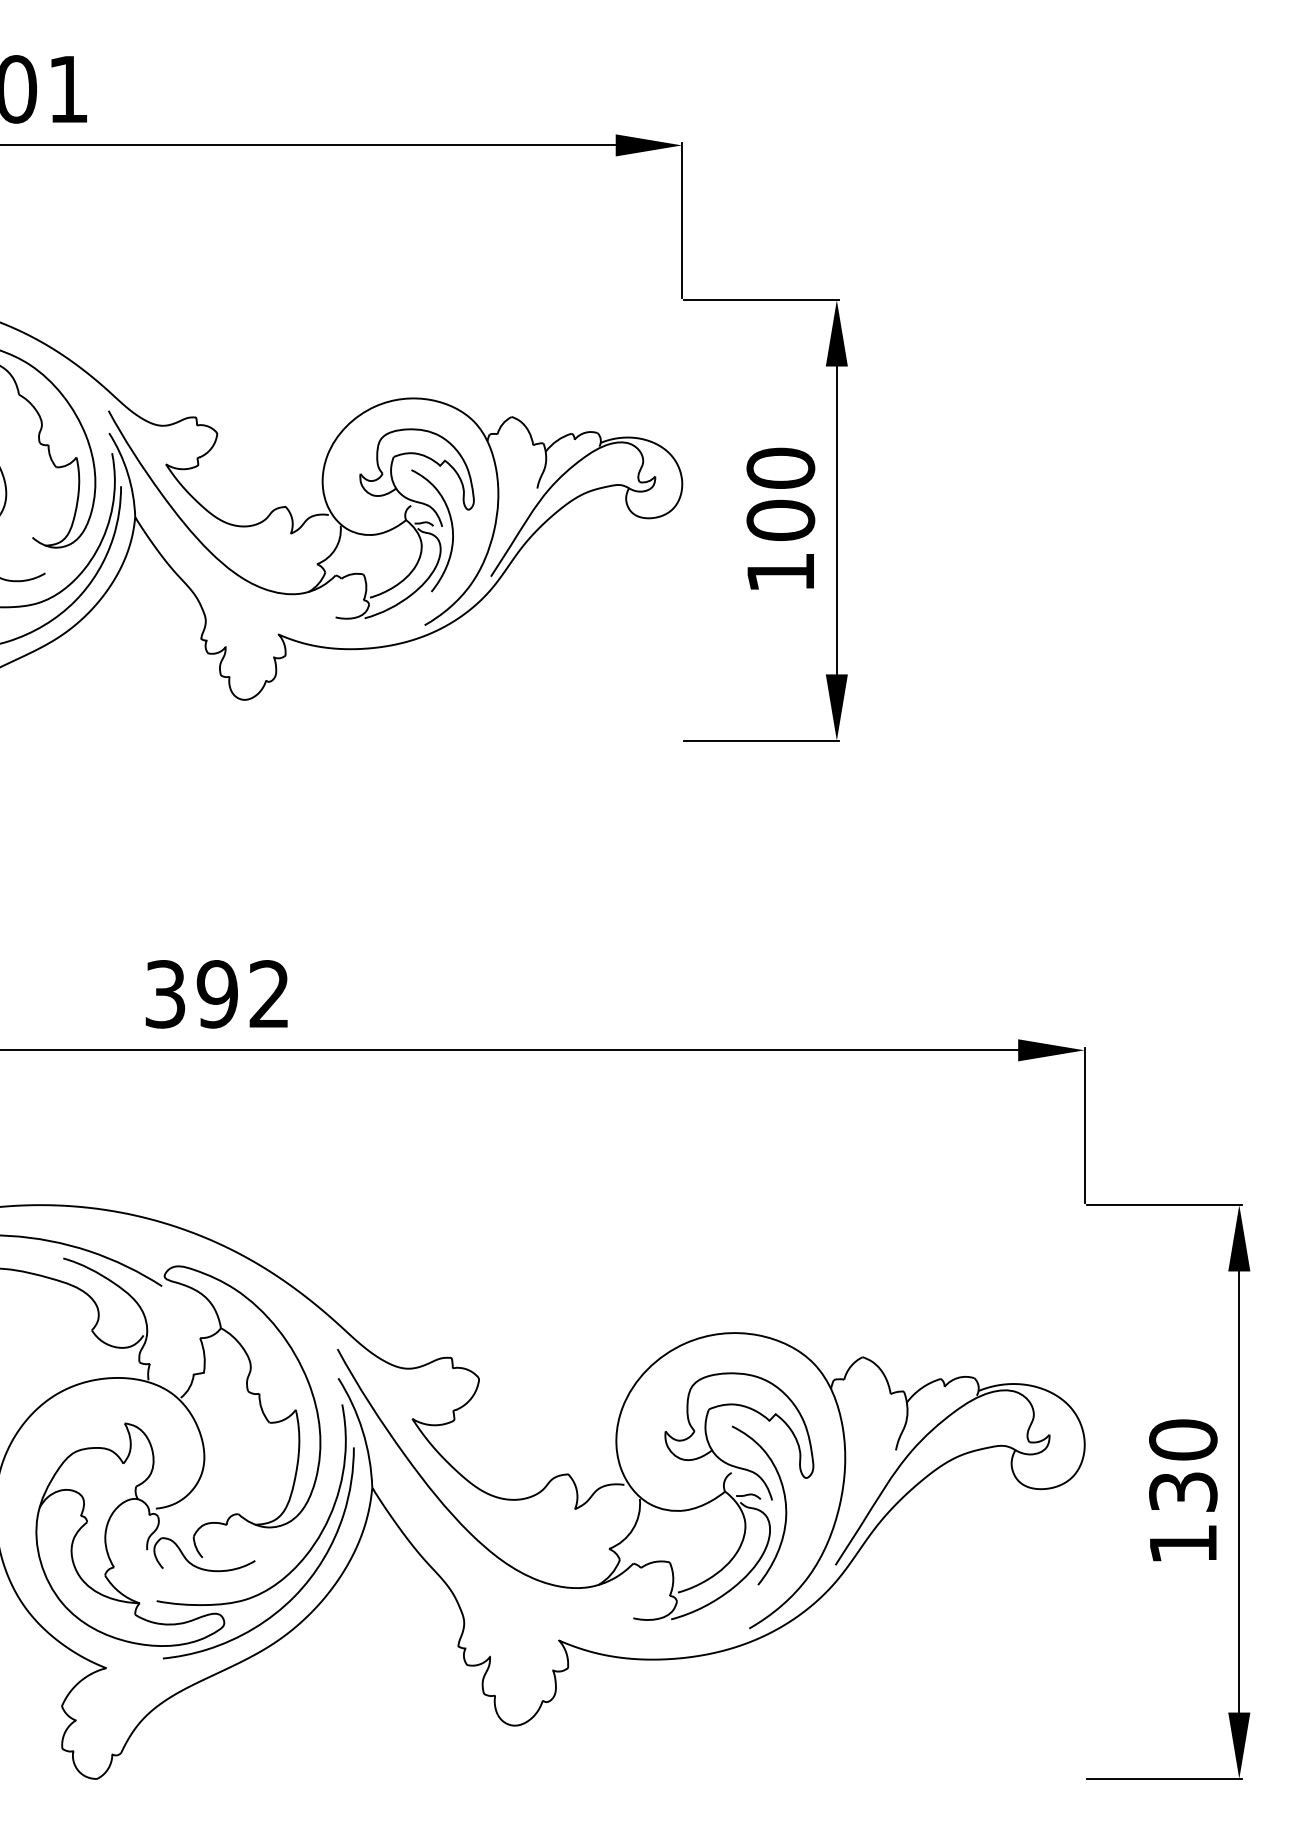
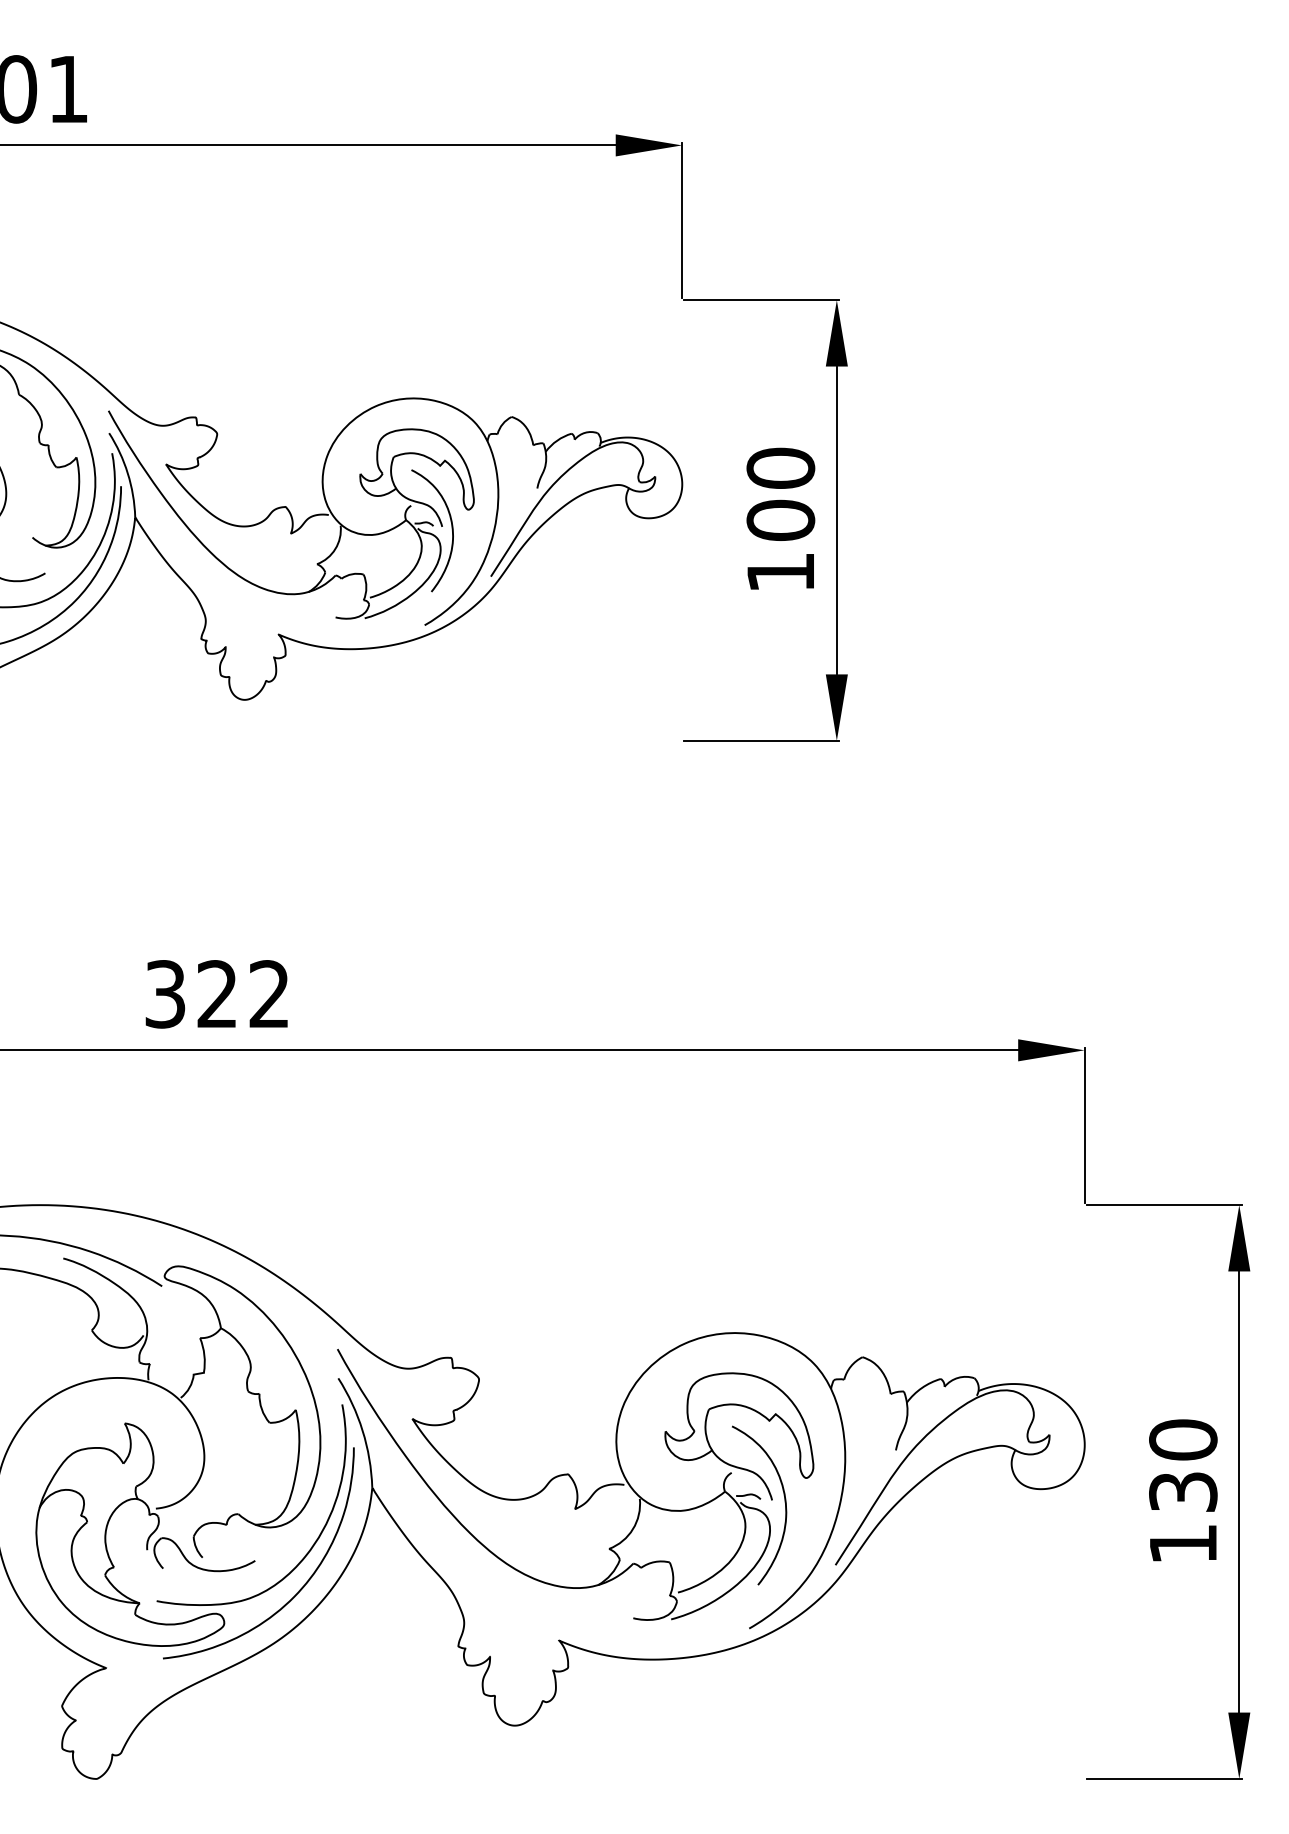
text at (216, 994): 392 -> 322
